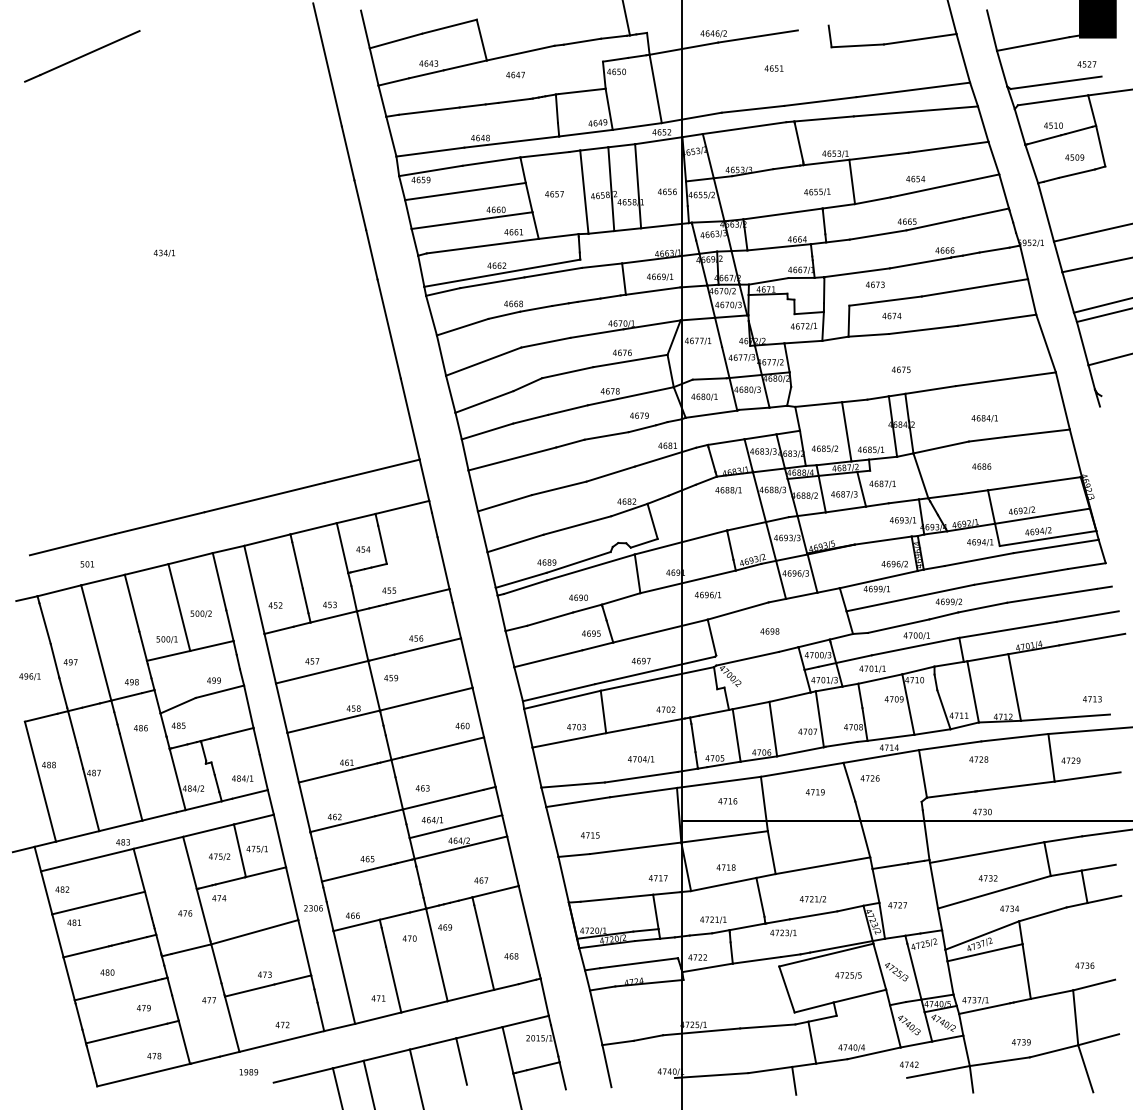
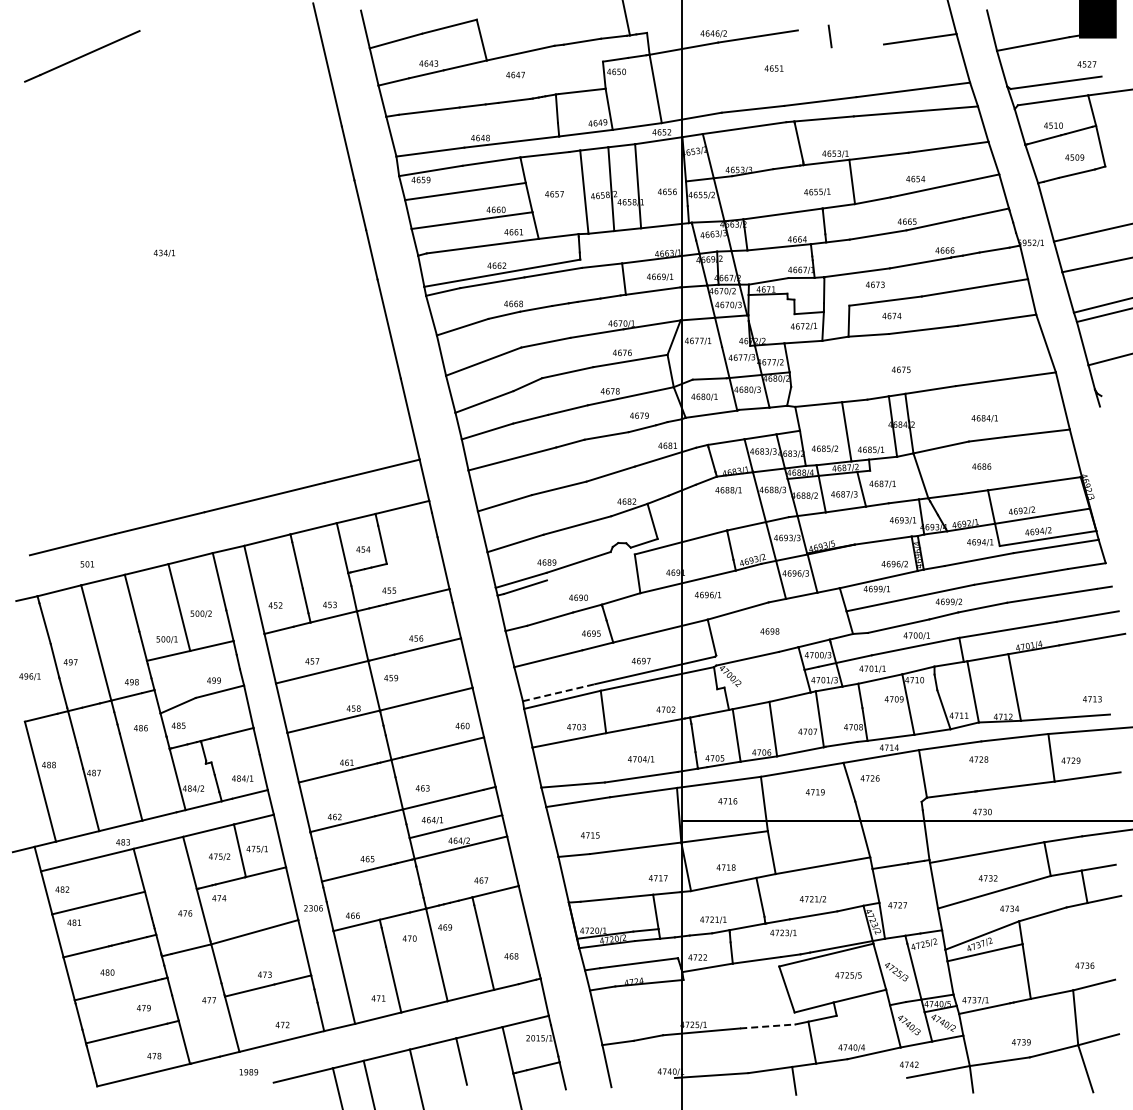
line at (857, 45): present -> none
line at (590, 567): present -> none
line at (559, 692): solid -> dashed
line at (767, 1026): solid -> dashed
